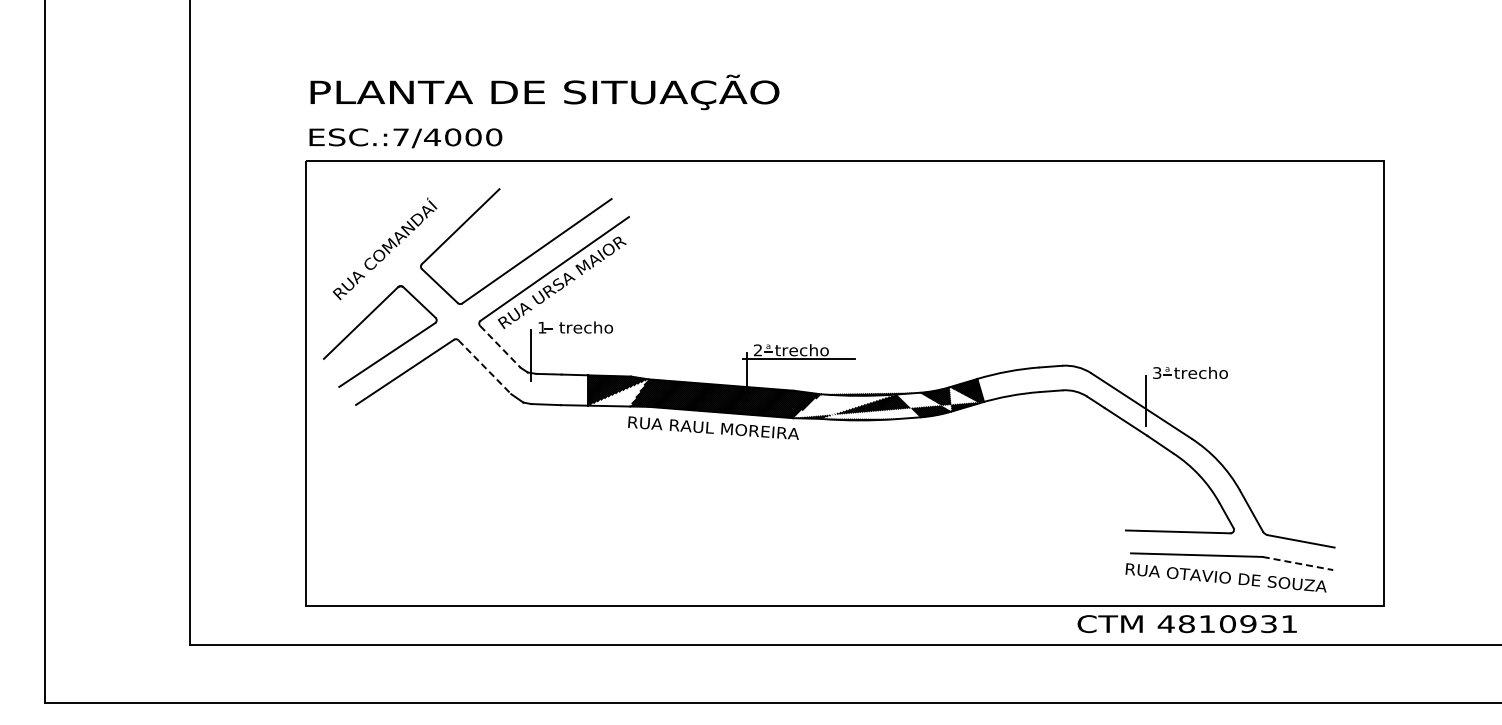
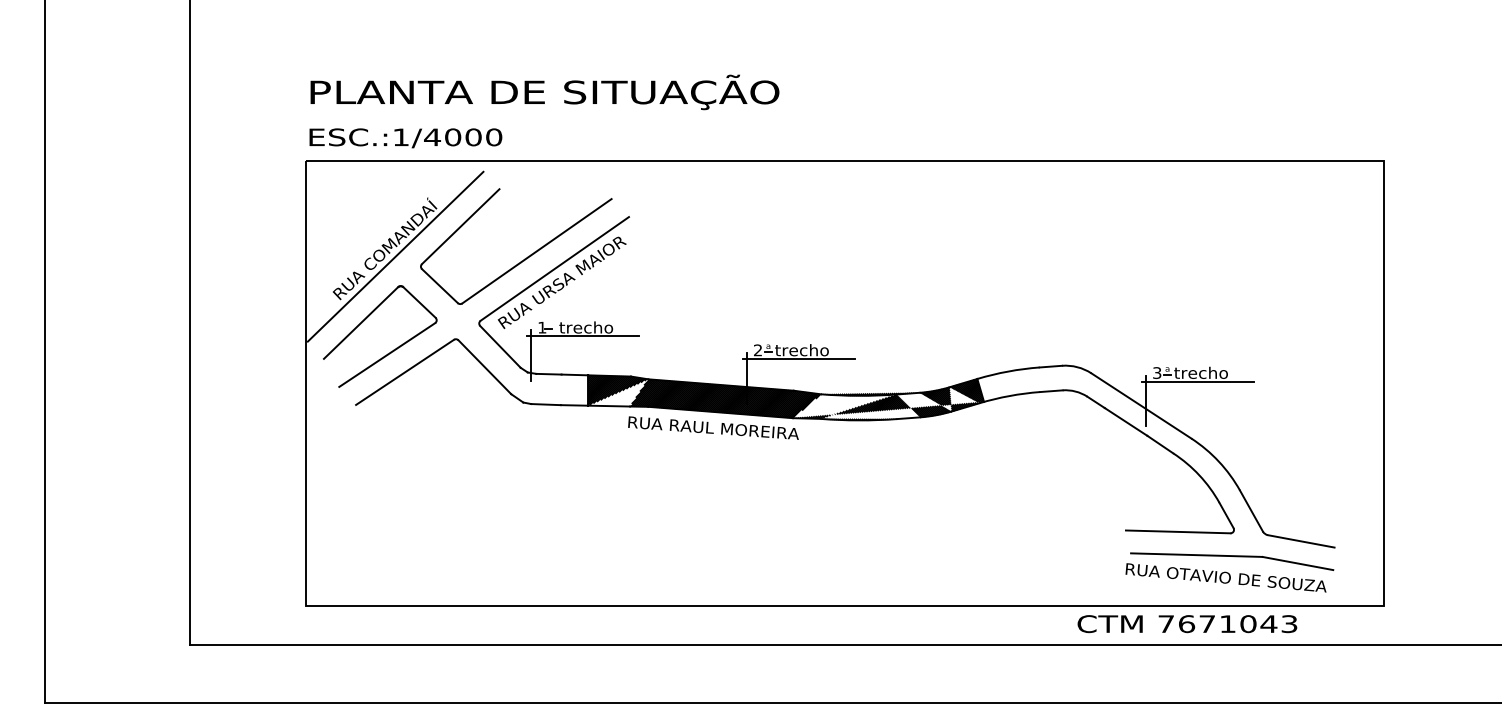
text at (400, 137): ESC.:7/4000 -> ESC.:1/4000
line at (395, 256): none -> present
line at (583, 336): none -> present
line at (500, 347): dashed -> solid
line at (484, 367): dashed -> solid
line at (1198, 381): none -> present
line at (1298, 563): dashed -> solid
text at (1227, 624): 4810931 -> 7671043
